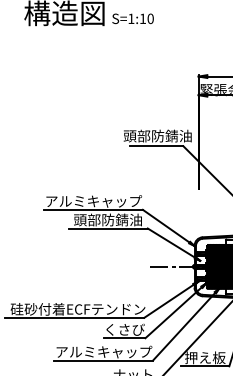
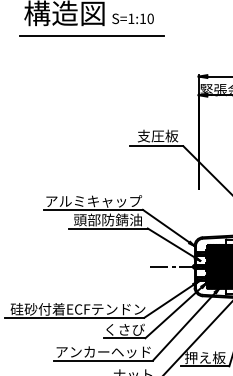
line at (92, 35): none -> present
text at (157, 135): 頭部防錆油 -> 支圧板
text at (111, 351): アルミキャップ -> アンカーヘッド
